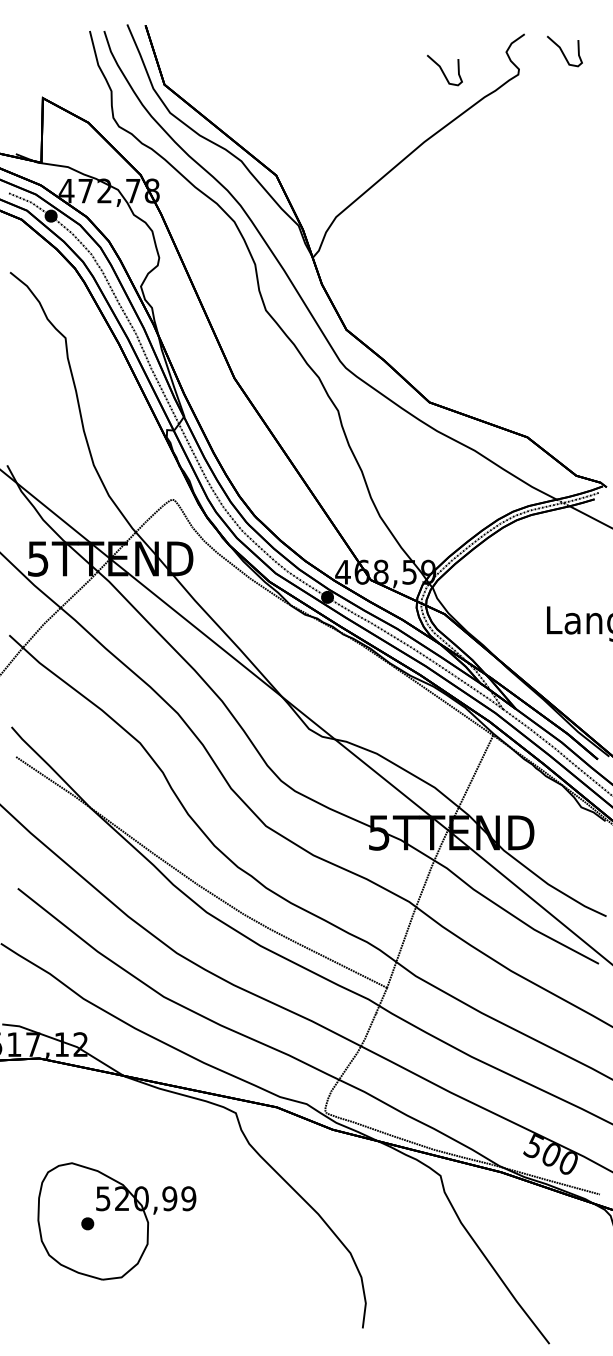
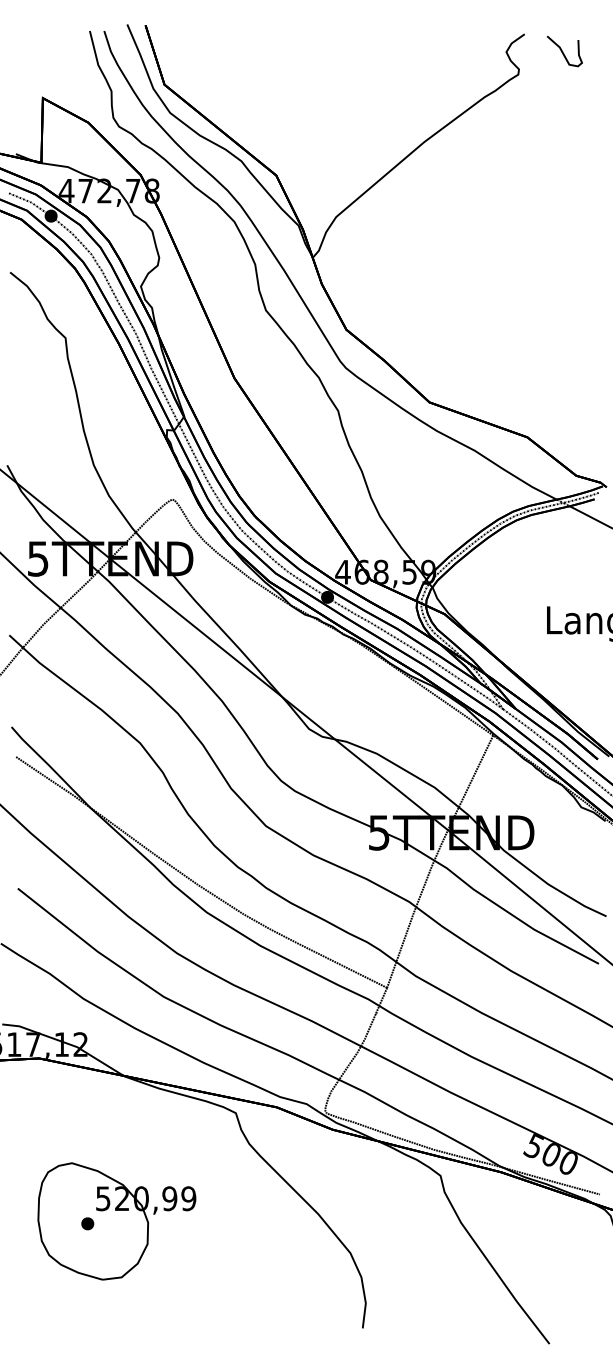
curve at (443, 70): present -> none
